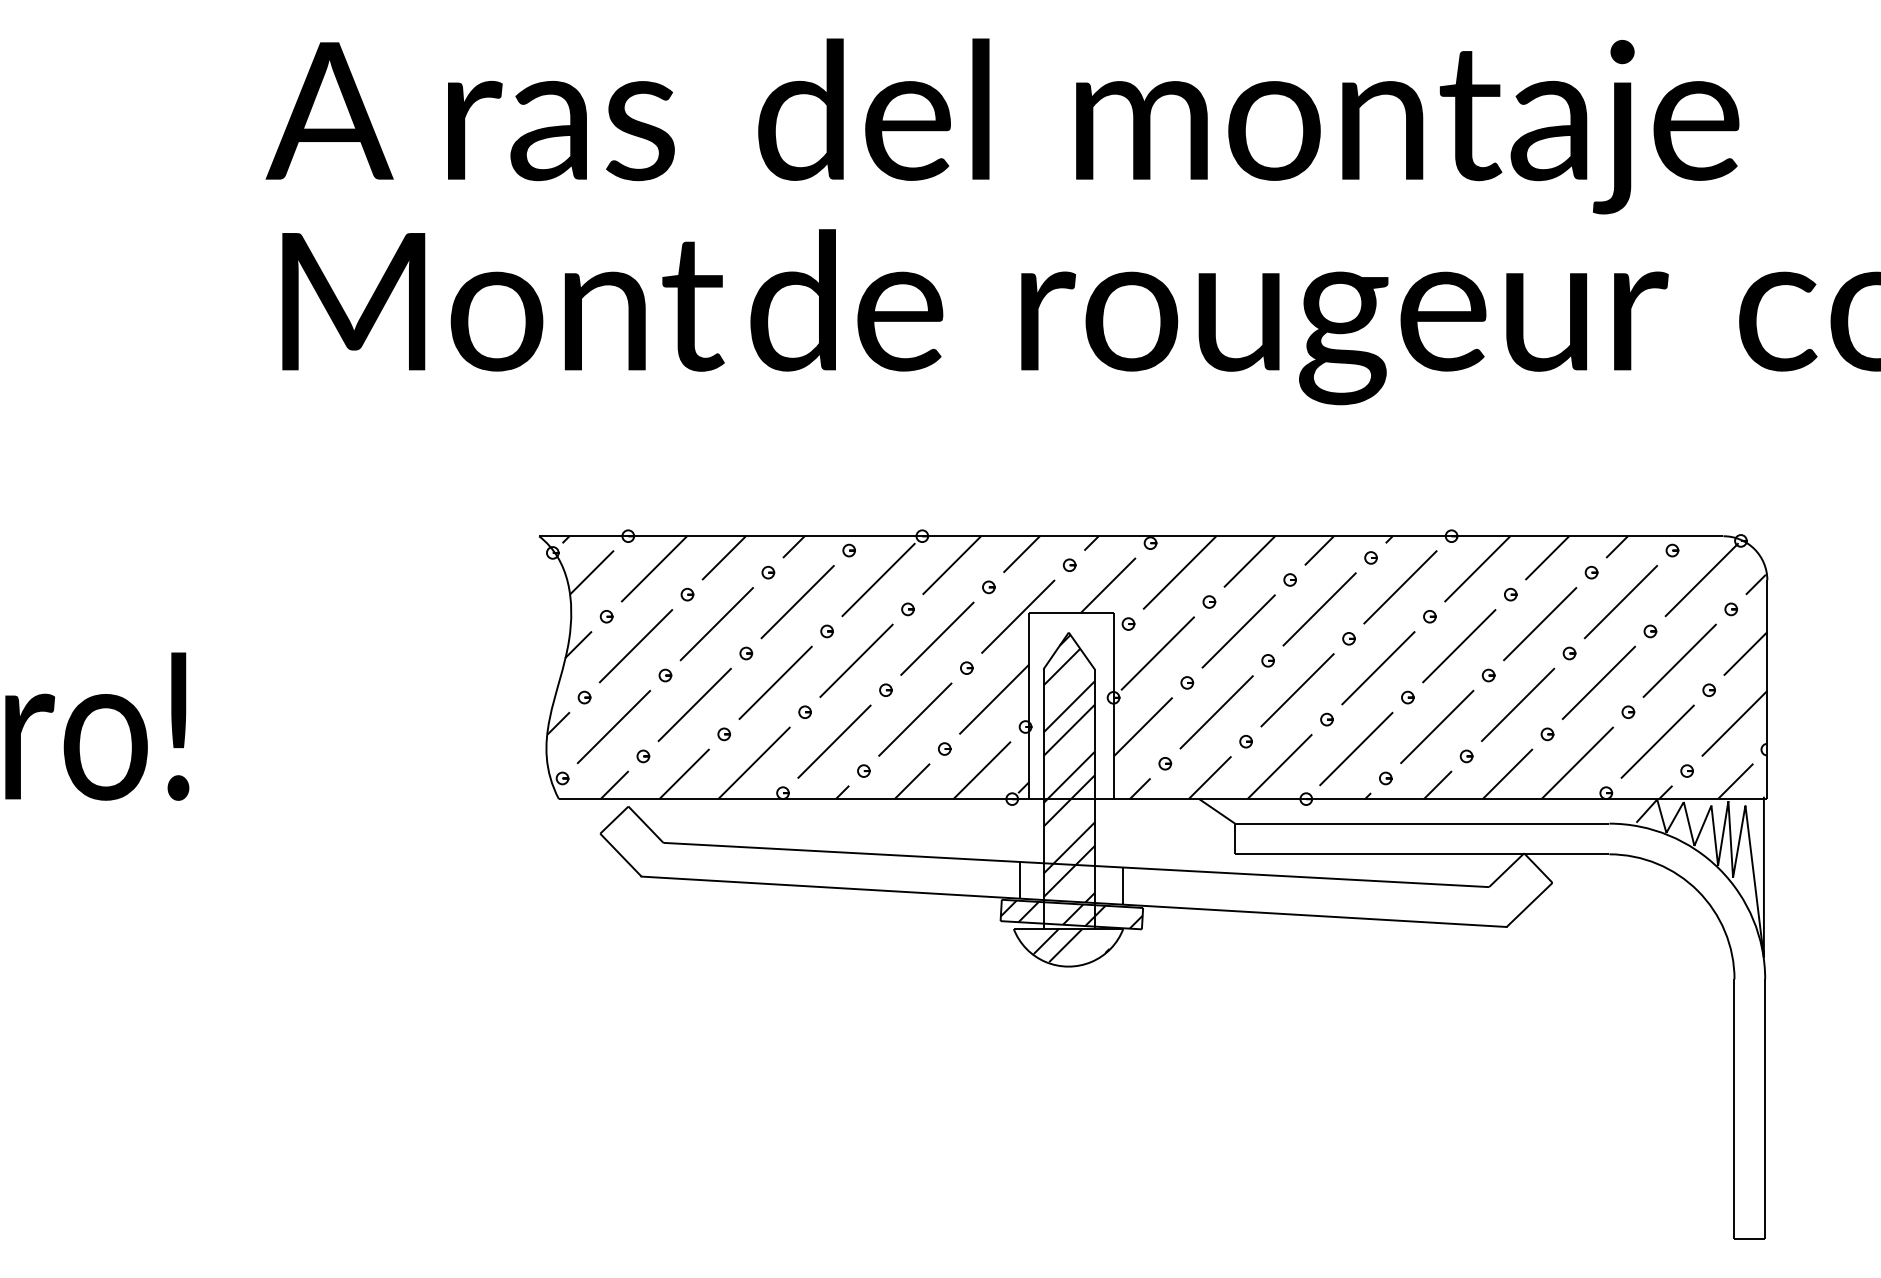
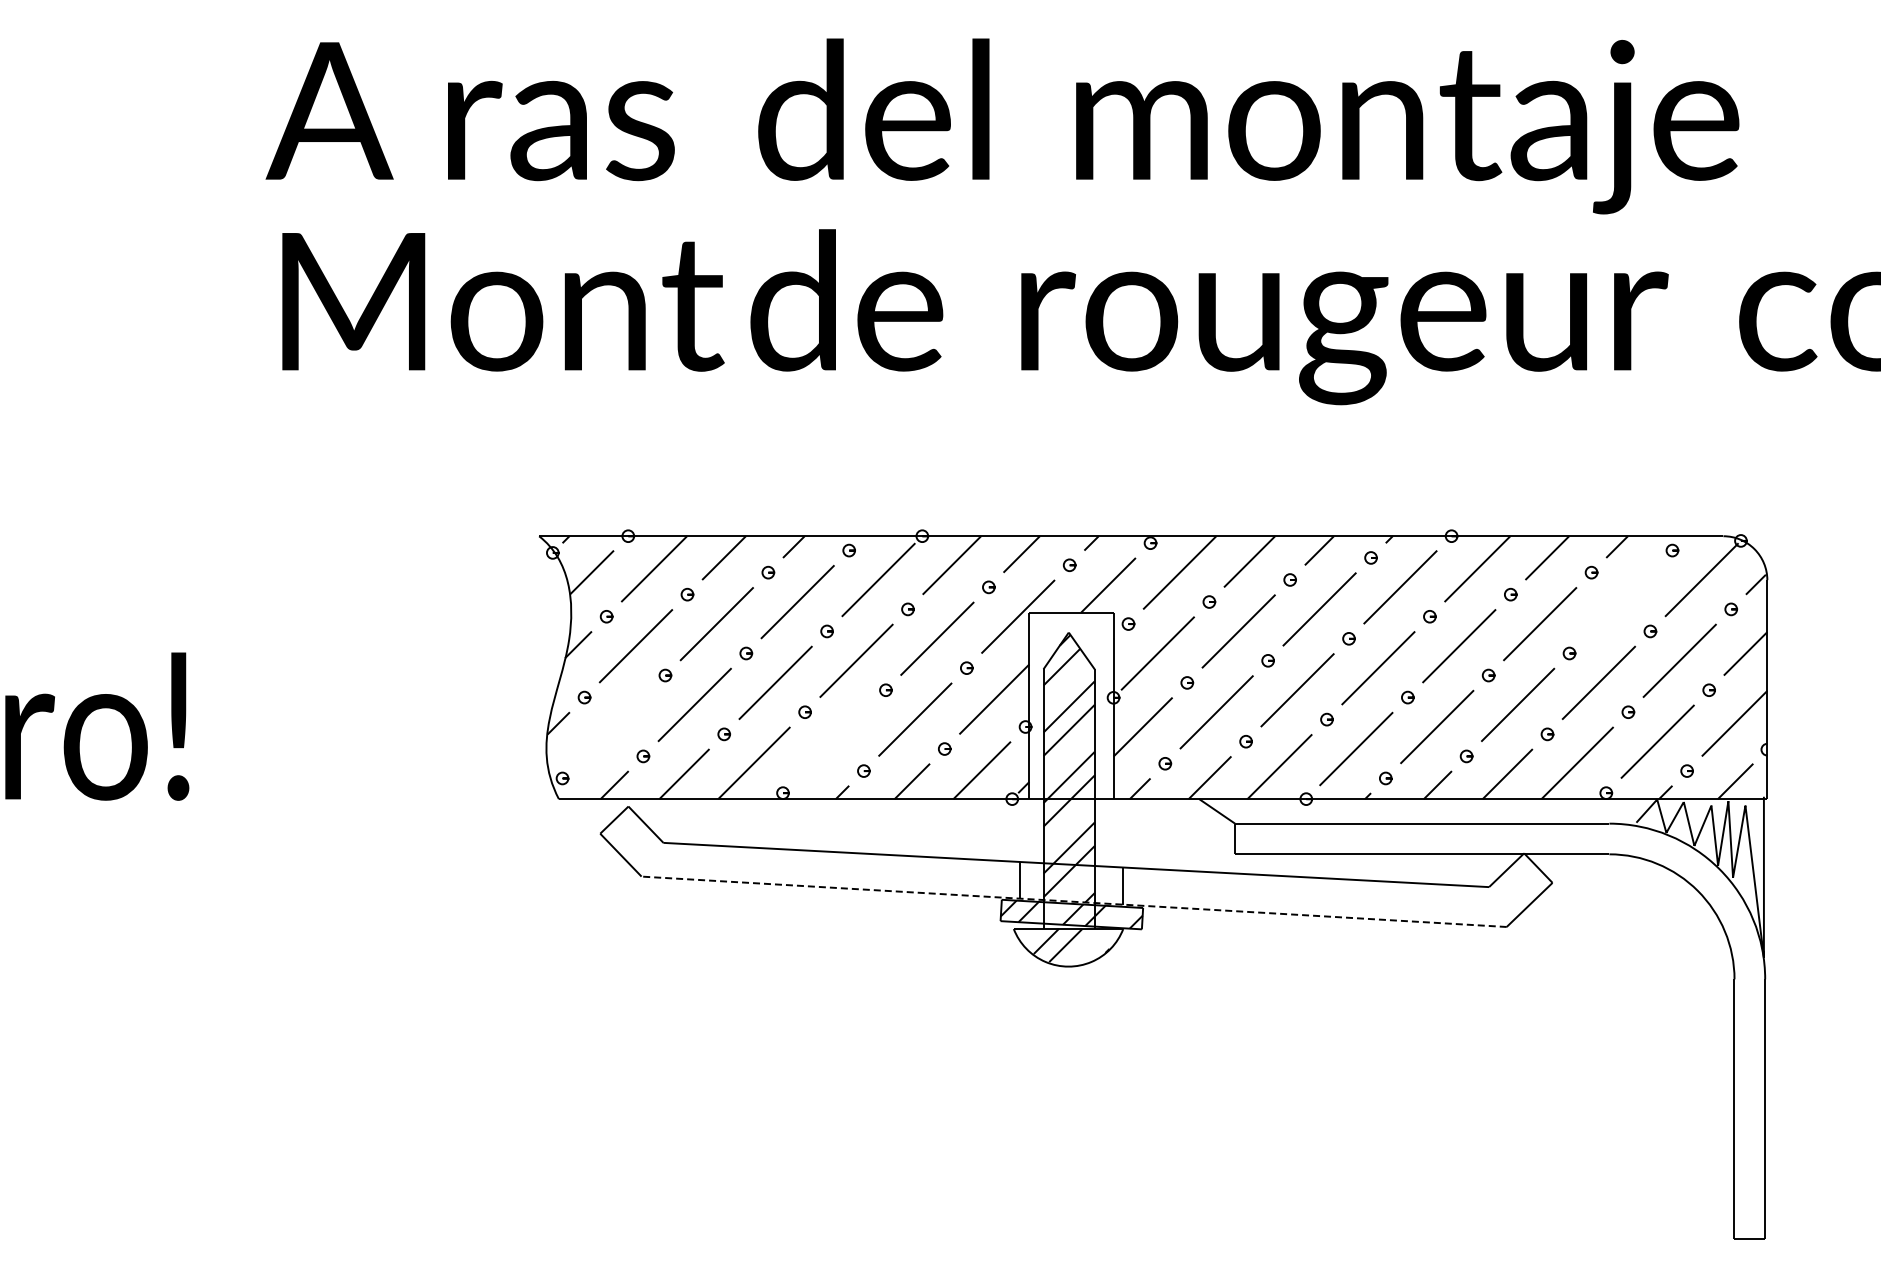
line at (1620, 602): present -> none
line at (613, 727): present -> none
line at (834, 741): present -> none
line at (1073, 901): solid -> dashed
